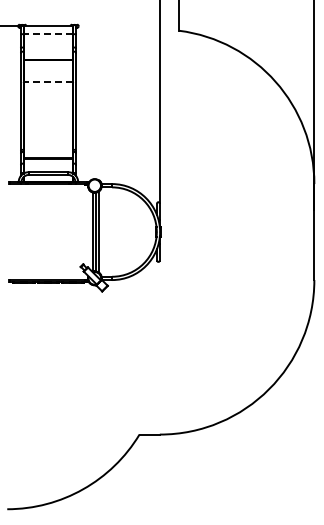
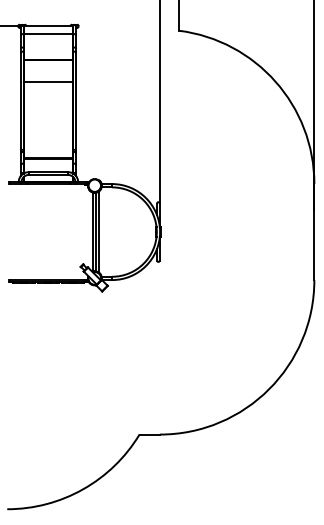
line at (48, 34): dashed -> solid
line at (48, 82): dashed -> solid
